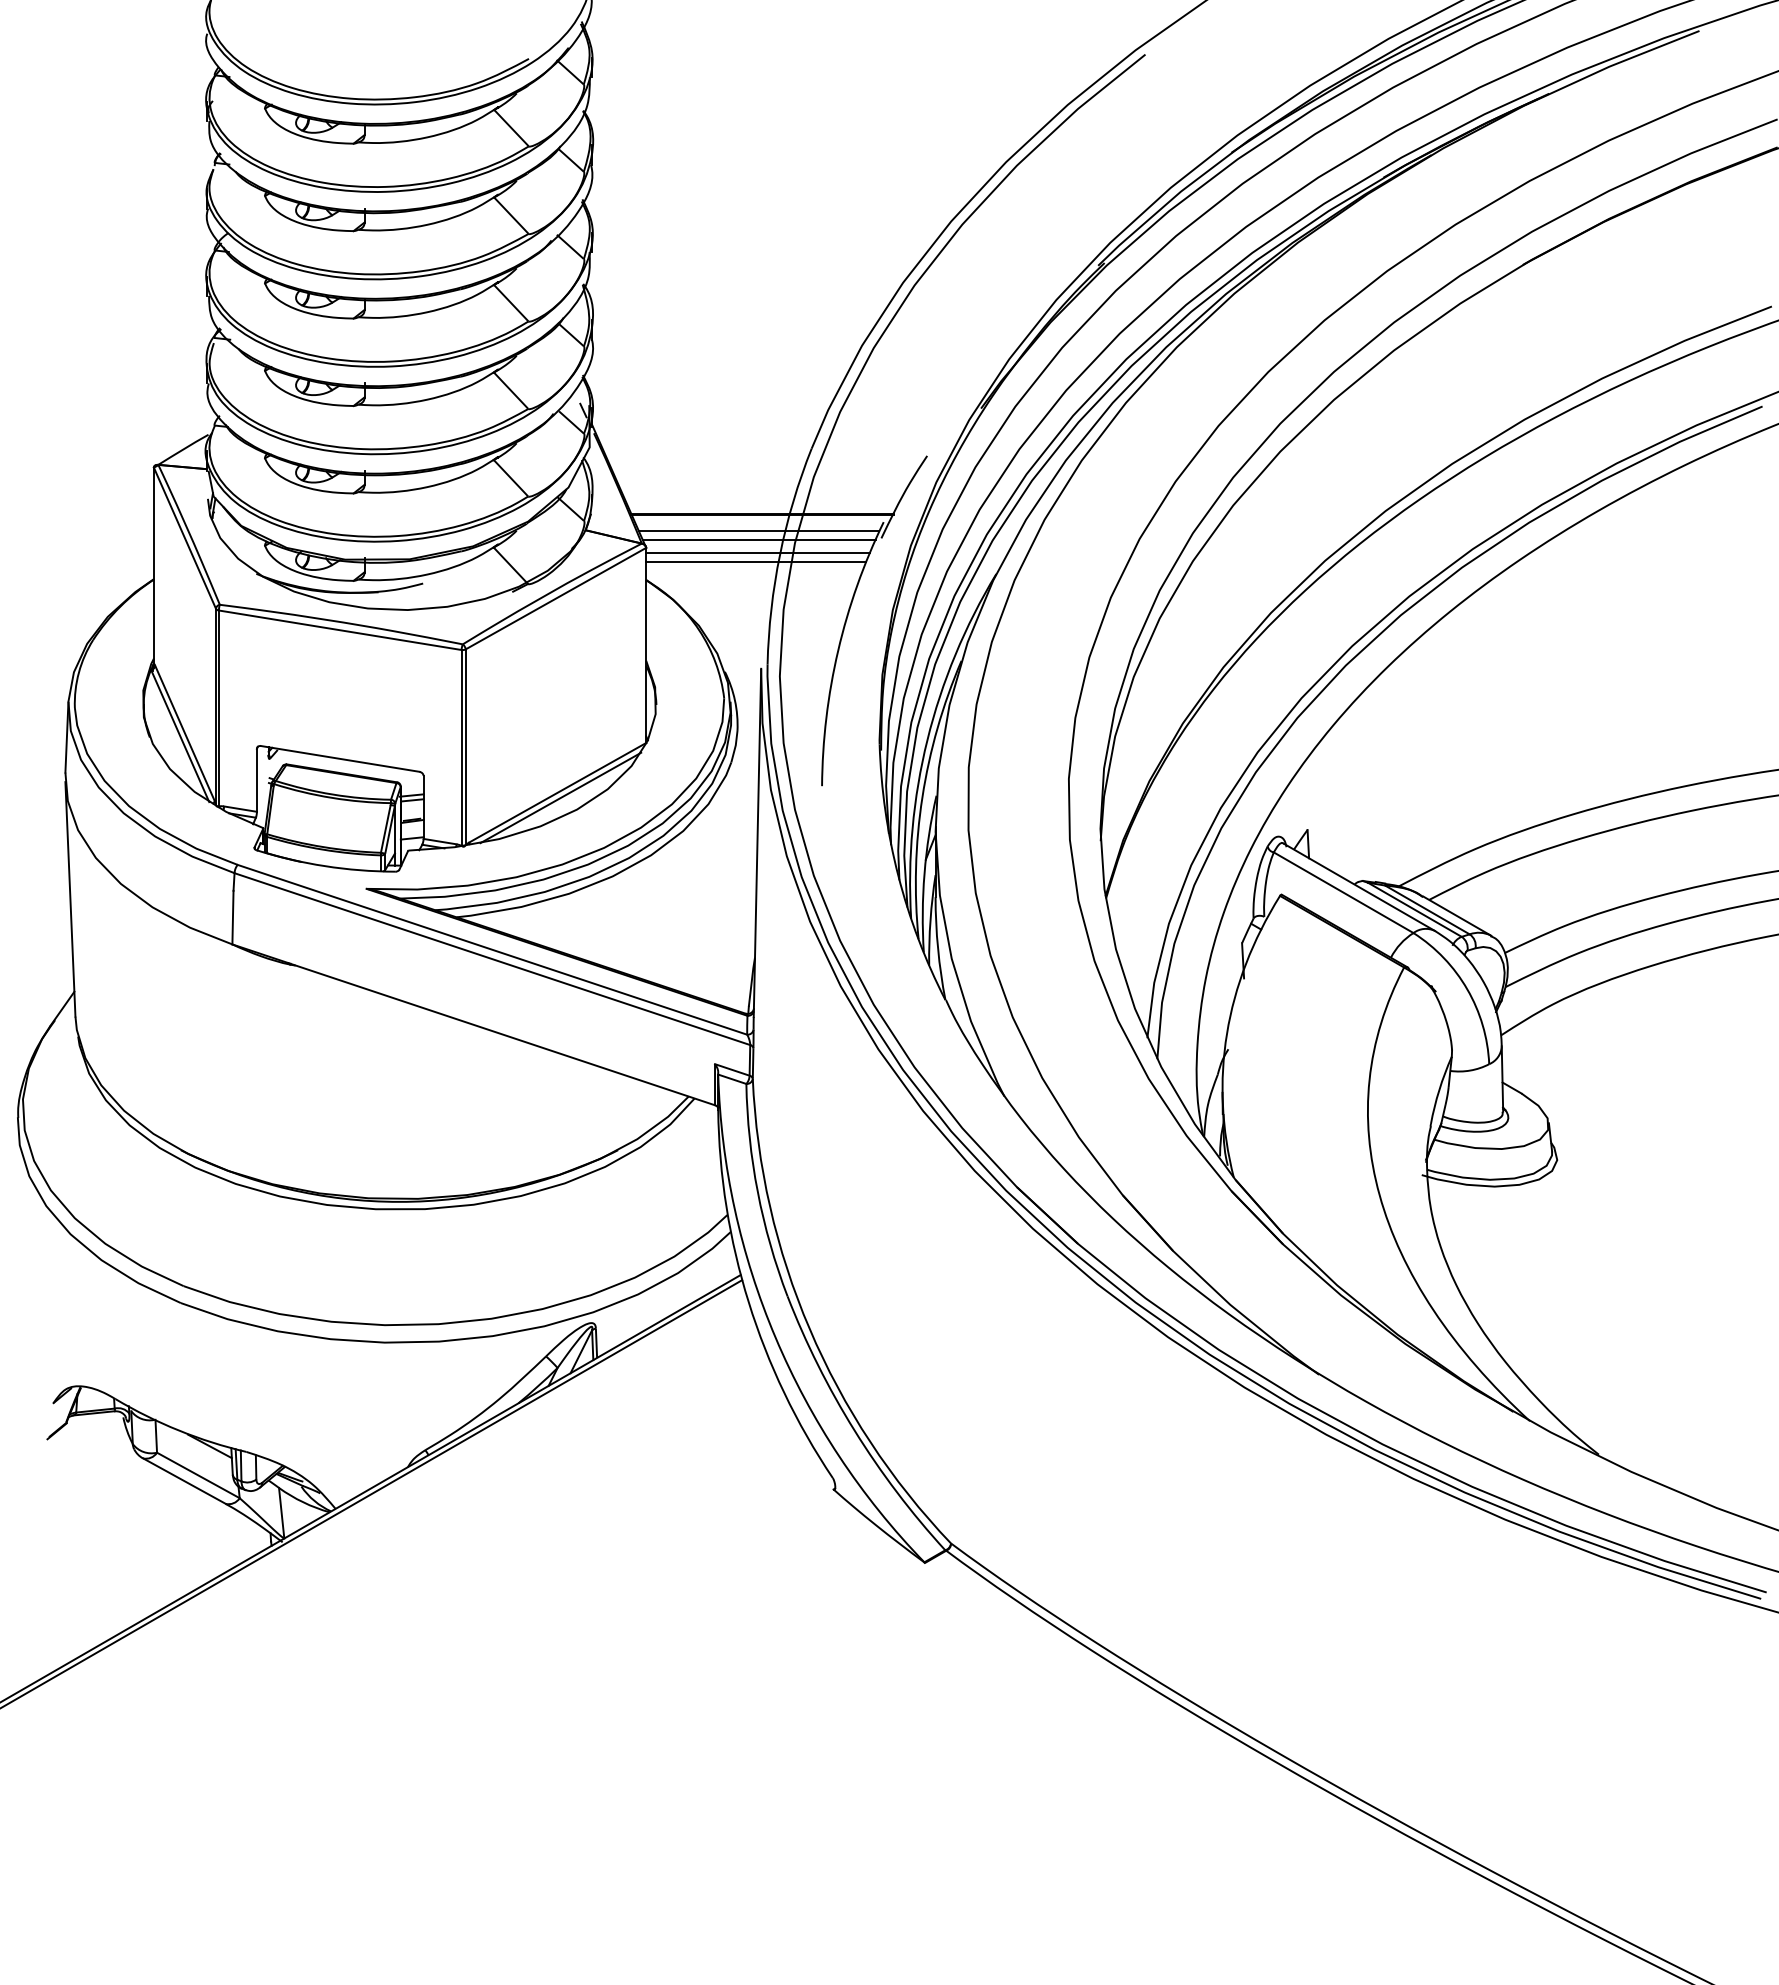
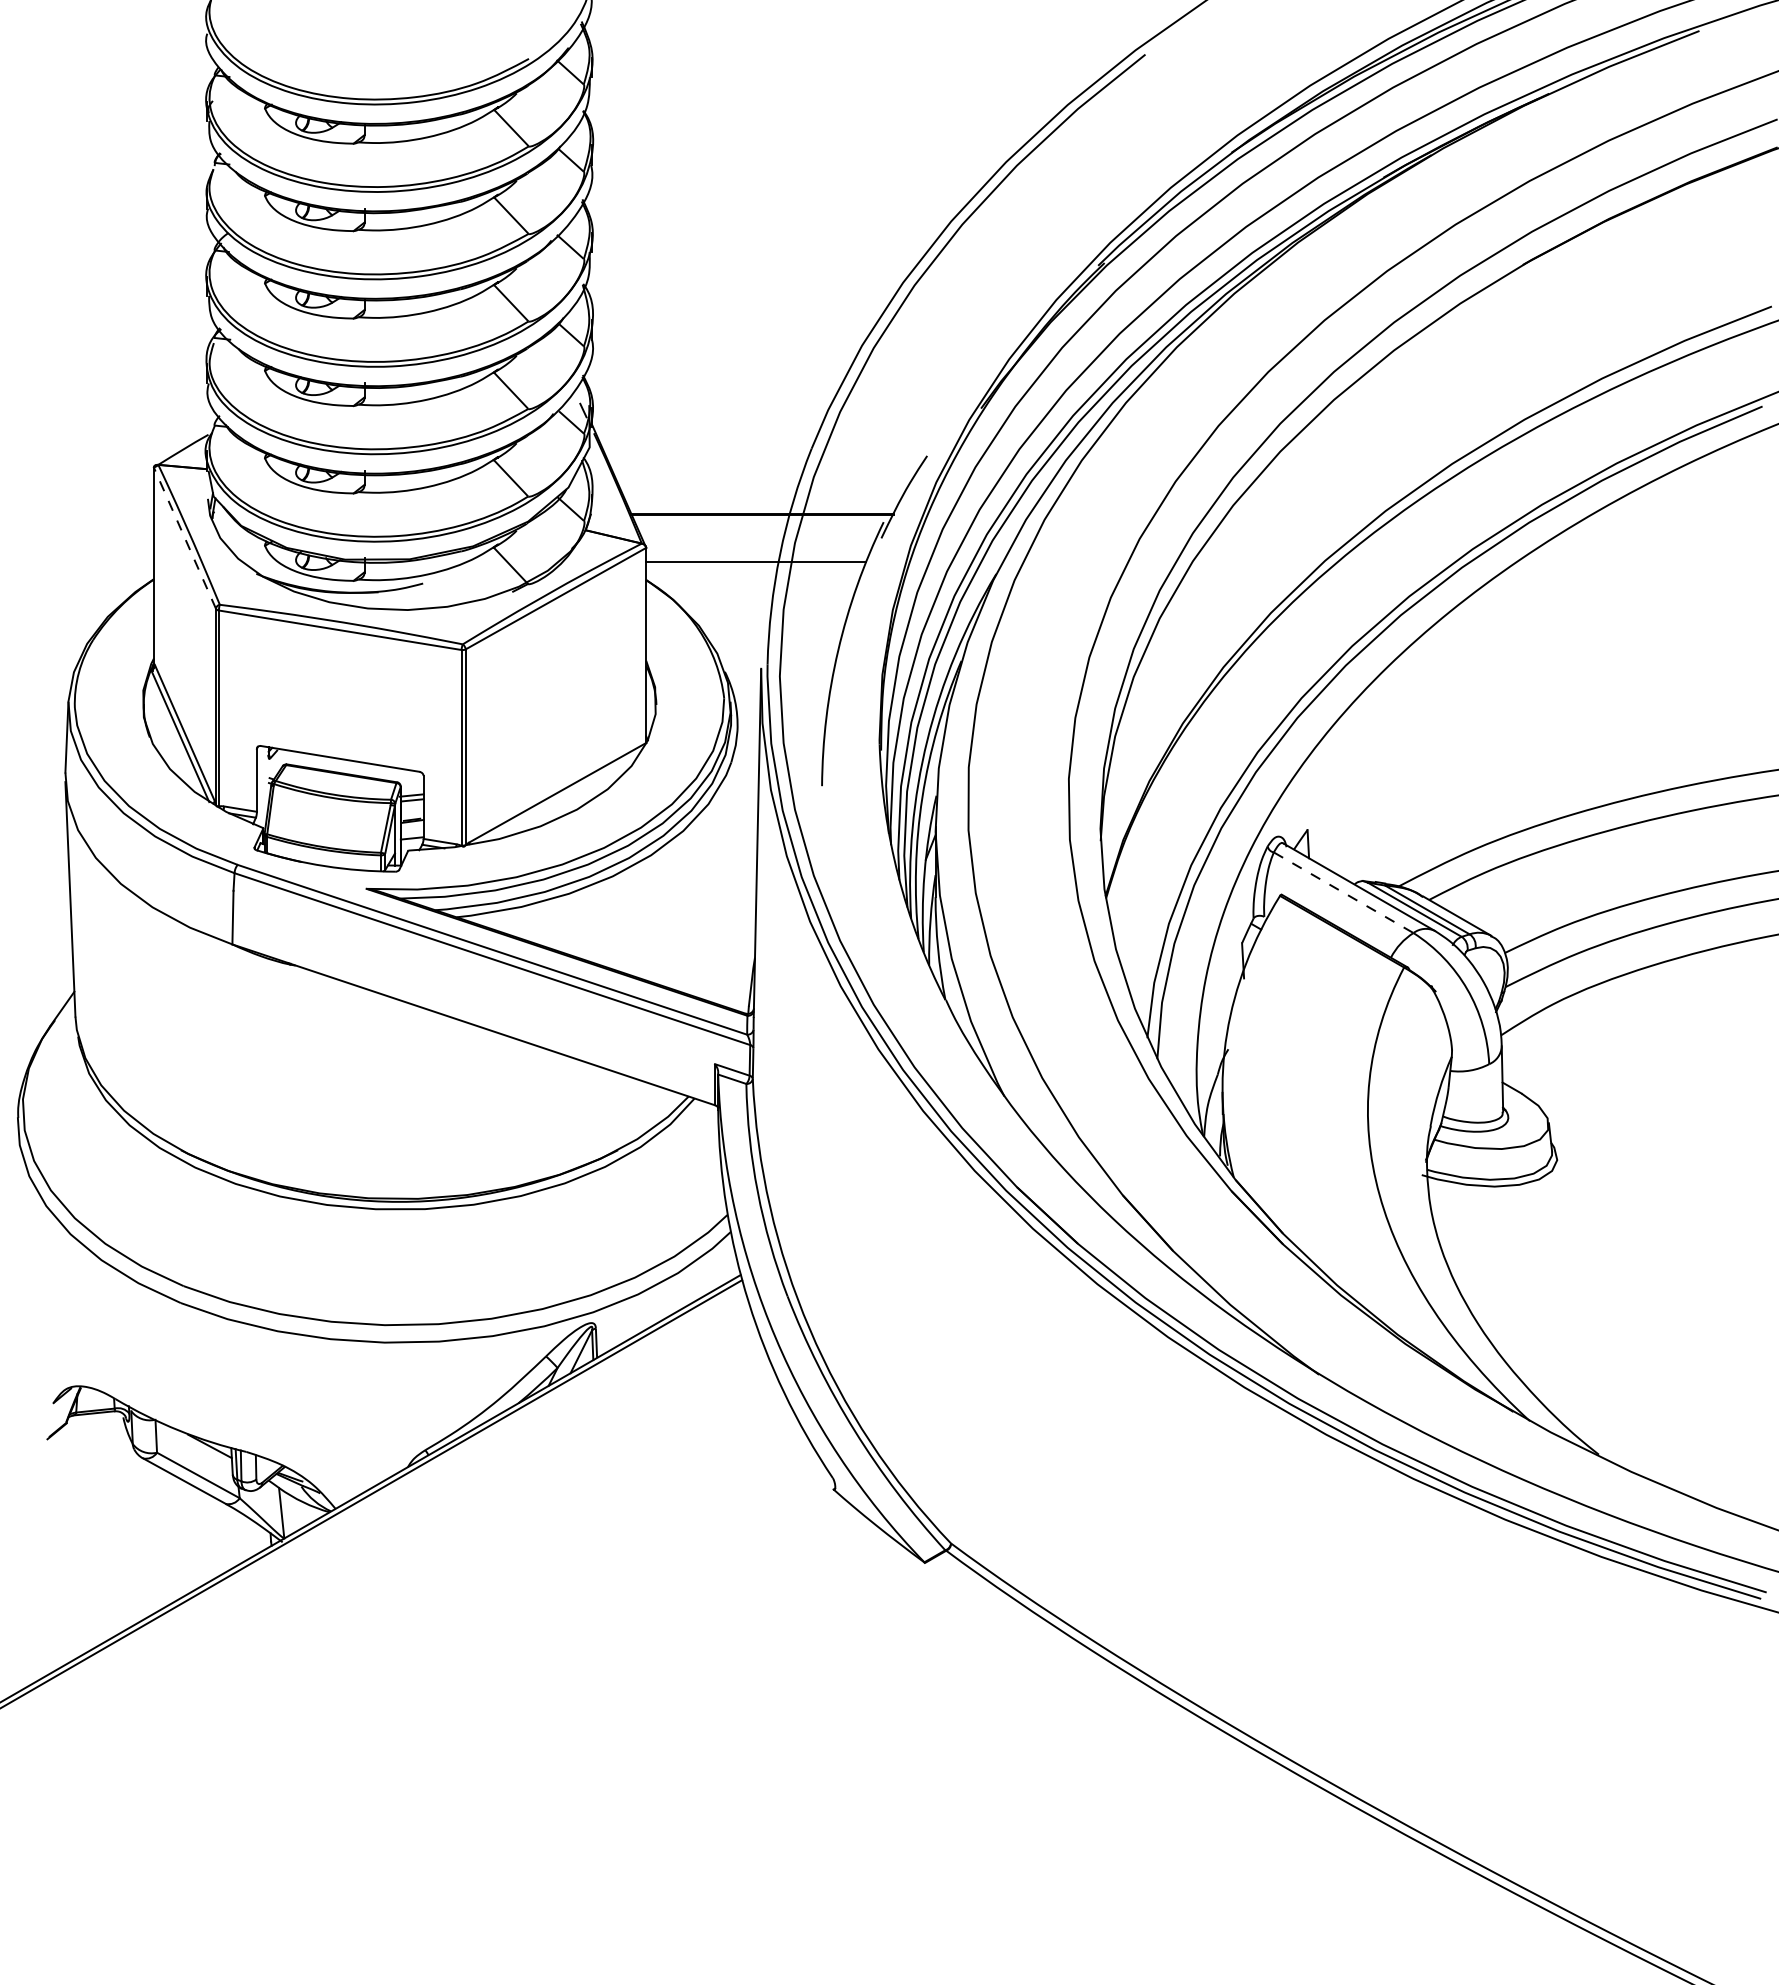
line at (758, 531): present -> none
line at (184, 537): solid -> dashed
line at (758, 540): present -> none
line at (758, 552): present -> none
line at (560, 797): present -> none
line at (1343, 892): solid -> dashed
